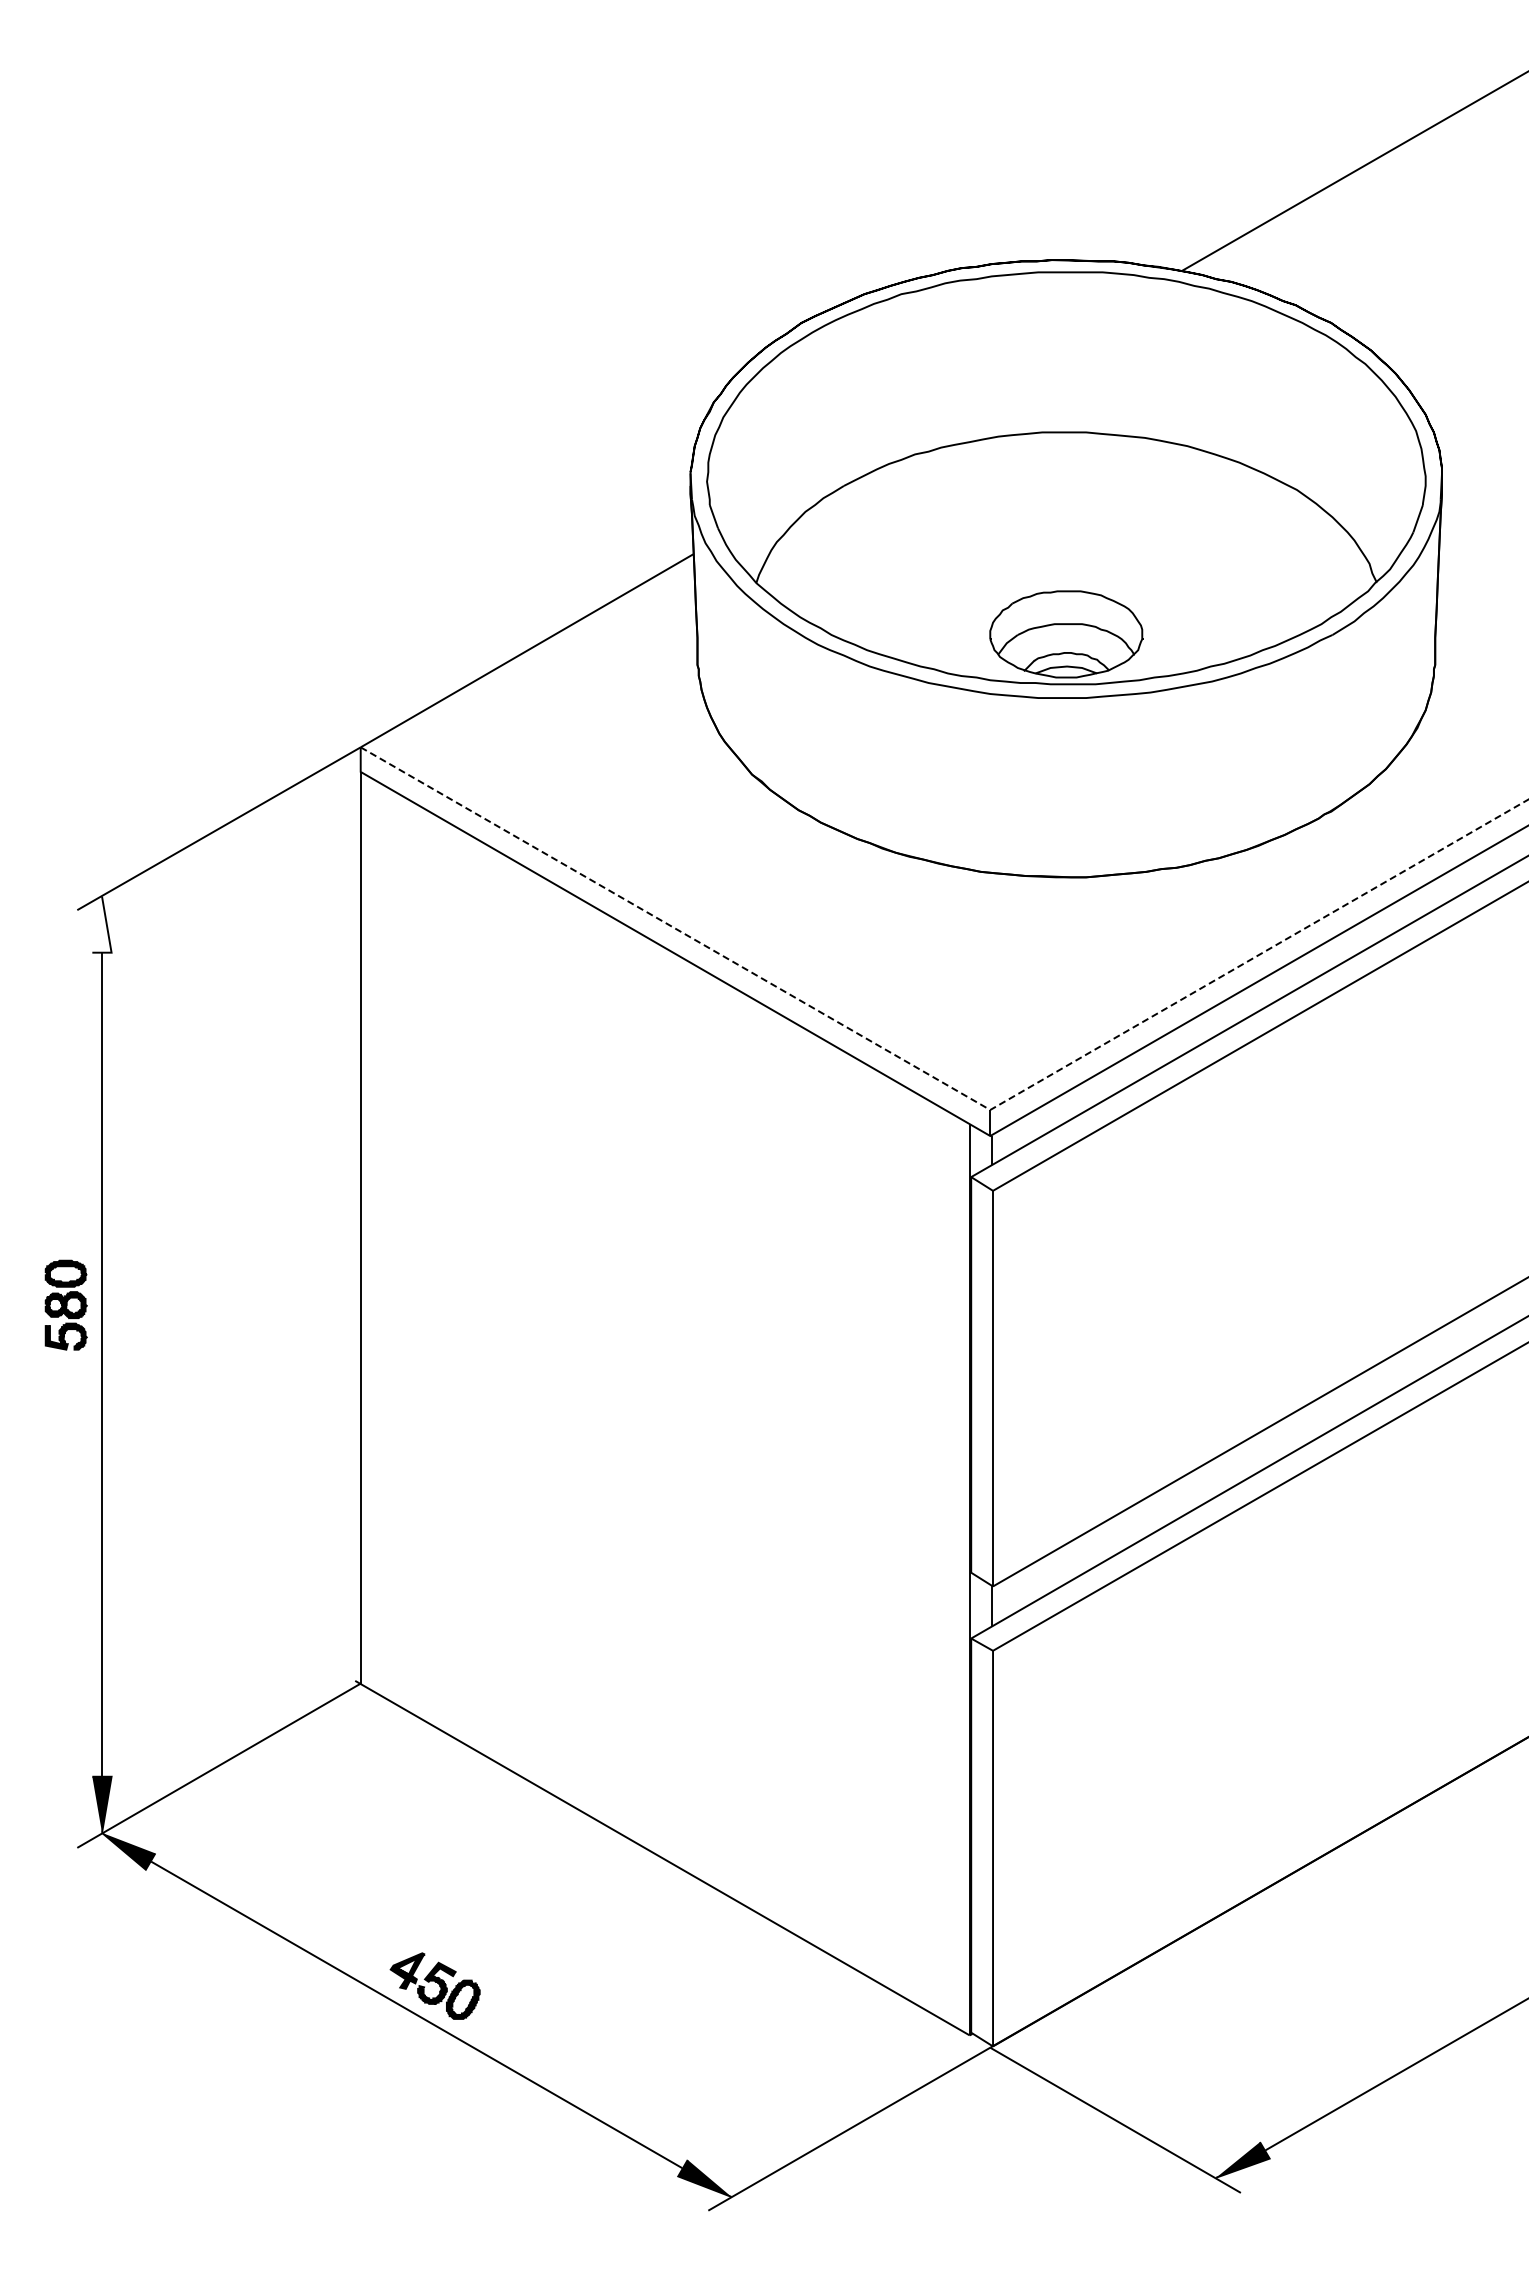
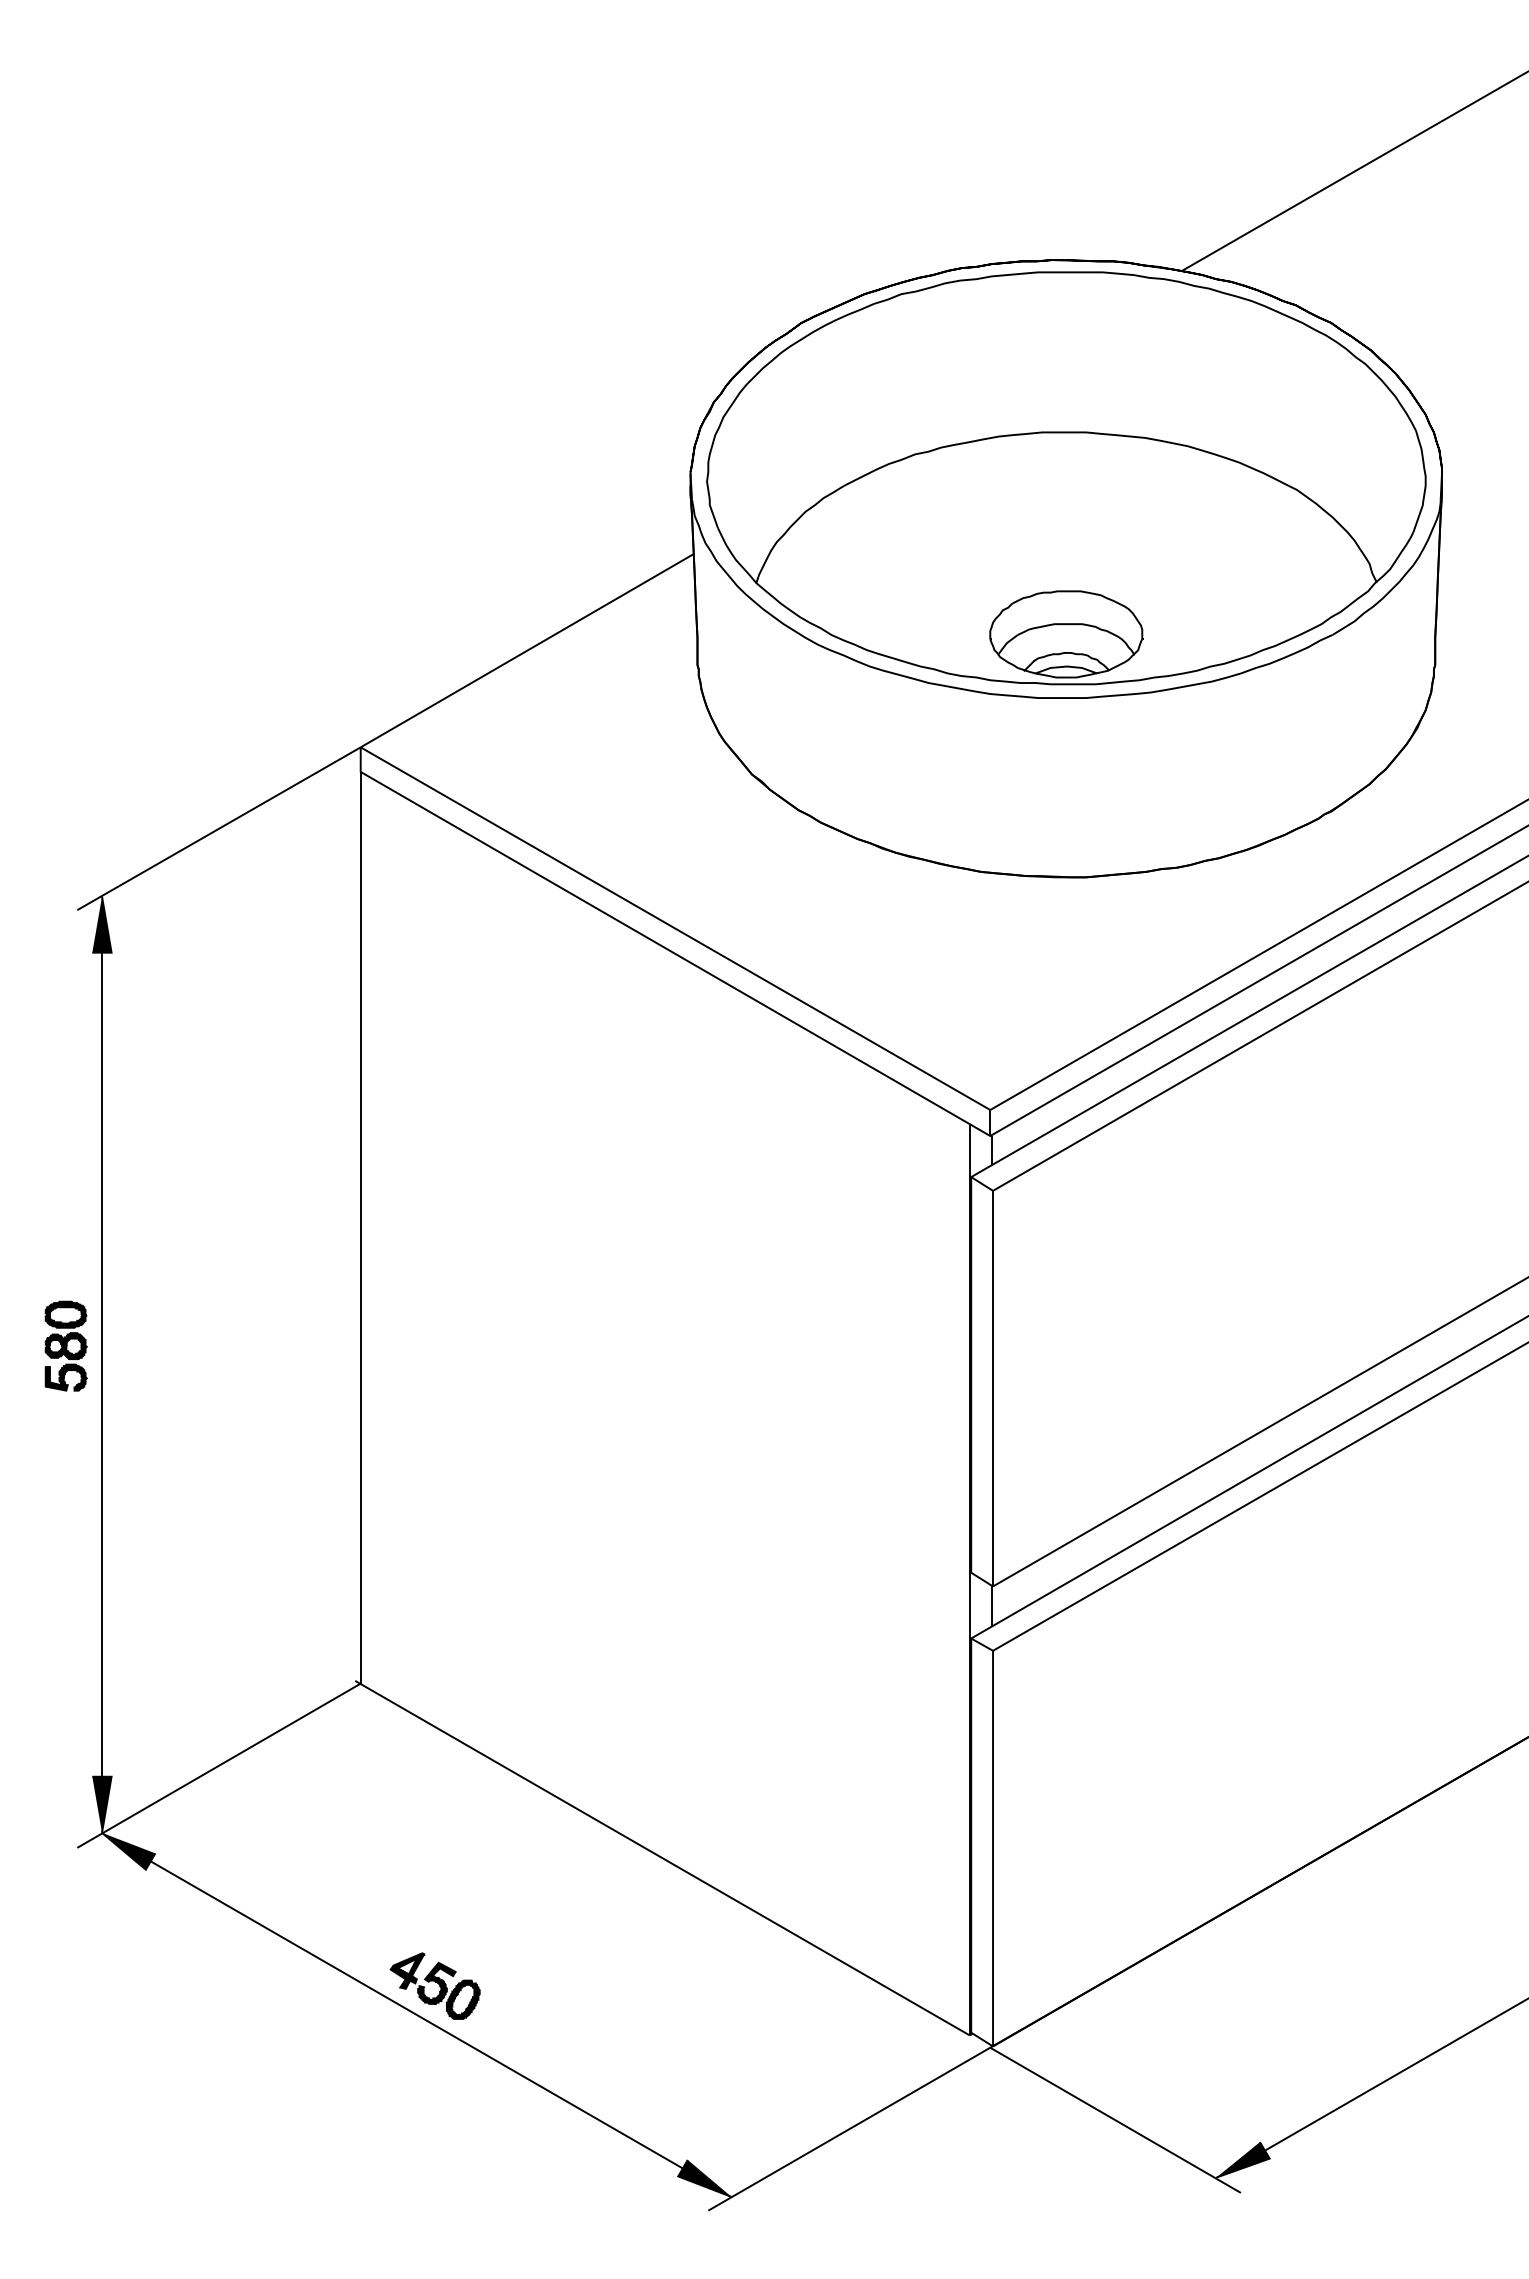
fill at (101, 924): none -> present
line at (945, 1084): dashed -> solid
part at (65, 1304) position: (65, 1304) -> (65, 1345)
